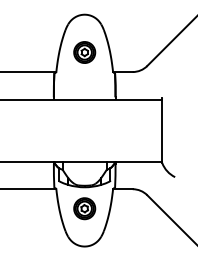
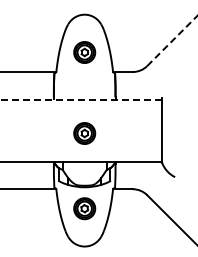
line at (172, 40): solid -> dashed
line at (81, 99): solid -> dashed
part at (84, 133): none -> present
